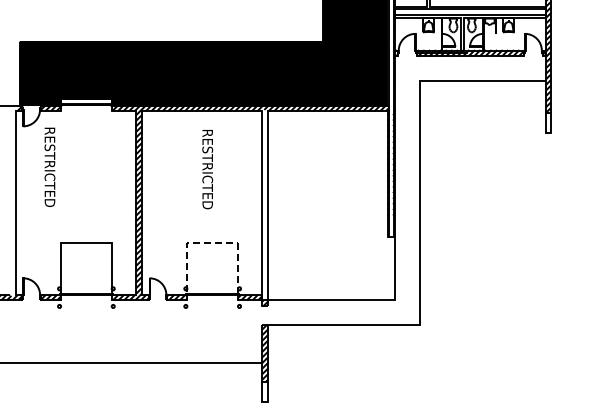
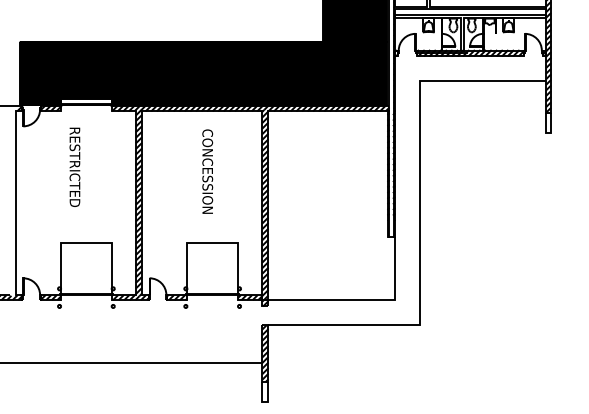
text at (49, 166) position: (49, 166) -> (74, 166)
text at (207, 171): RESTRICTED -> CONCESSION
hatch at (265, 204): none -> present
line at (212, 243): dashed -> solid
